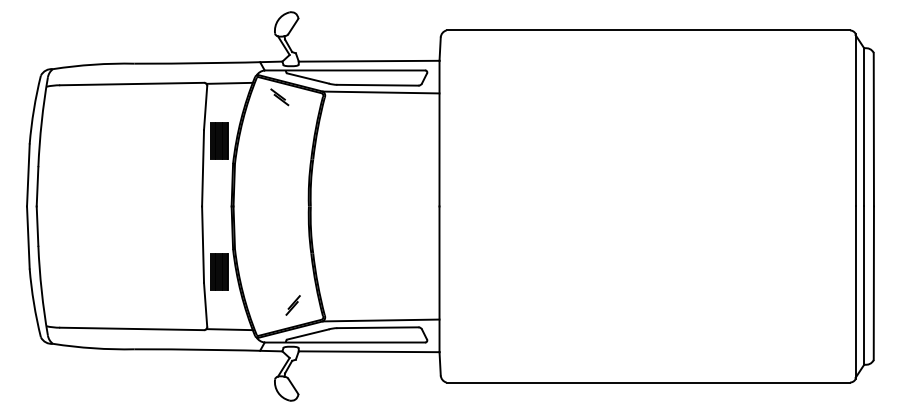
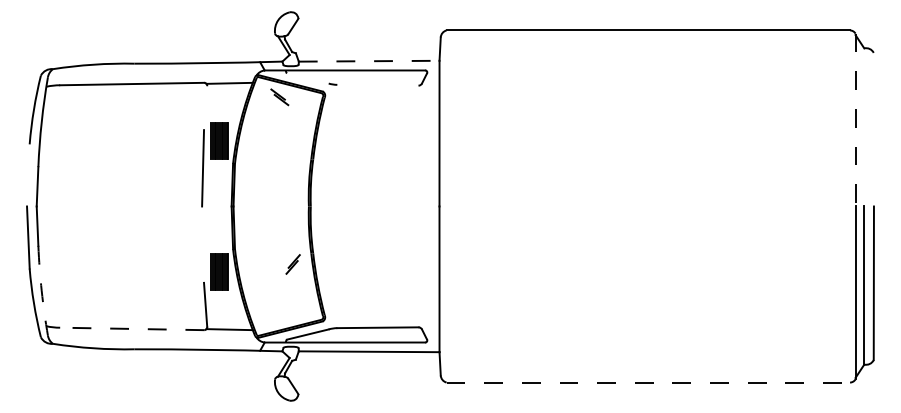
line at (369, 61): solid -> dashed
line at (307, 78): present -> none
line at (377, 84): present -> none
line at (380, 92): present -> none
line at (205, 108): present -> none
line at (855, 120): solid -> dashed
line at (864, 127): present -> none
line at (873, 129): present -> none
line at (28, 175): present -> none
line at (203, 244): present -> none
arc at (41, 290): solid -> dashed
part at (292, 305) position: (292, 305) -> (292, 264)
line at (380, 320): present -> none
line at (131, 328): solid -> dashed
line at (648, 382): solid -> dashed
